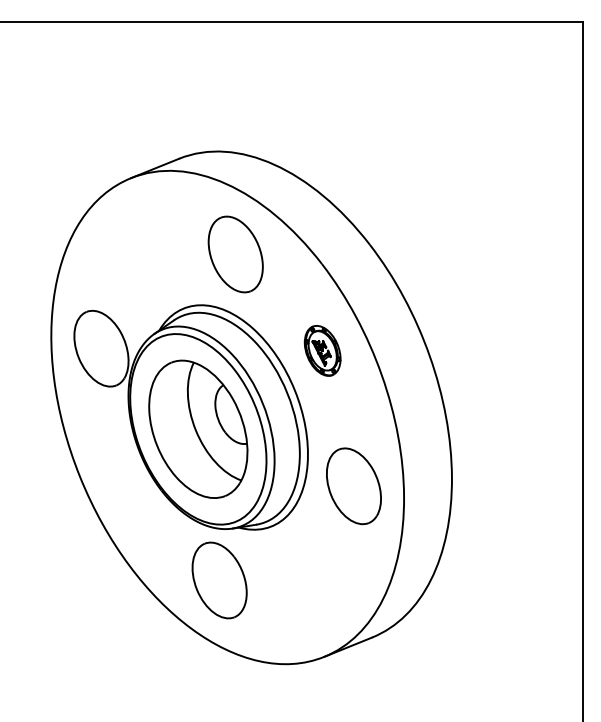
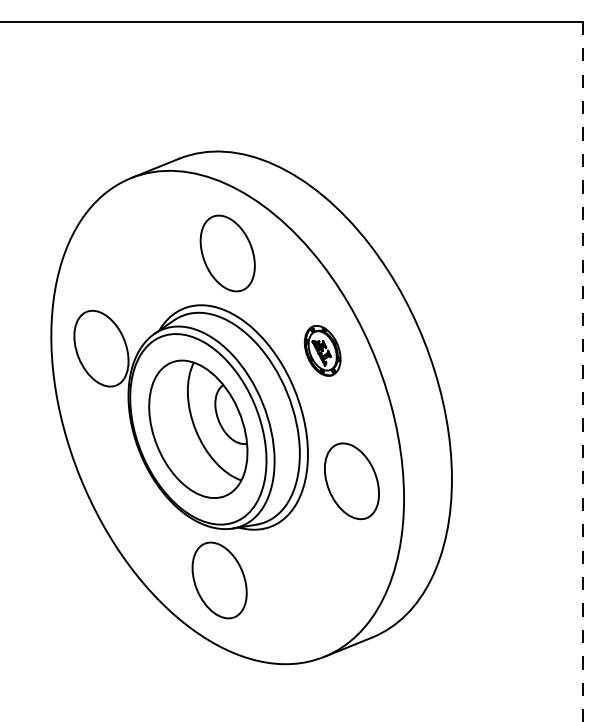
part at (235, 254) position: (235, 254) -> (227, 253)
line at (583, 371): solid -> dashed
part at (353, 486) position: (353, 486) -> (351, 481)
